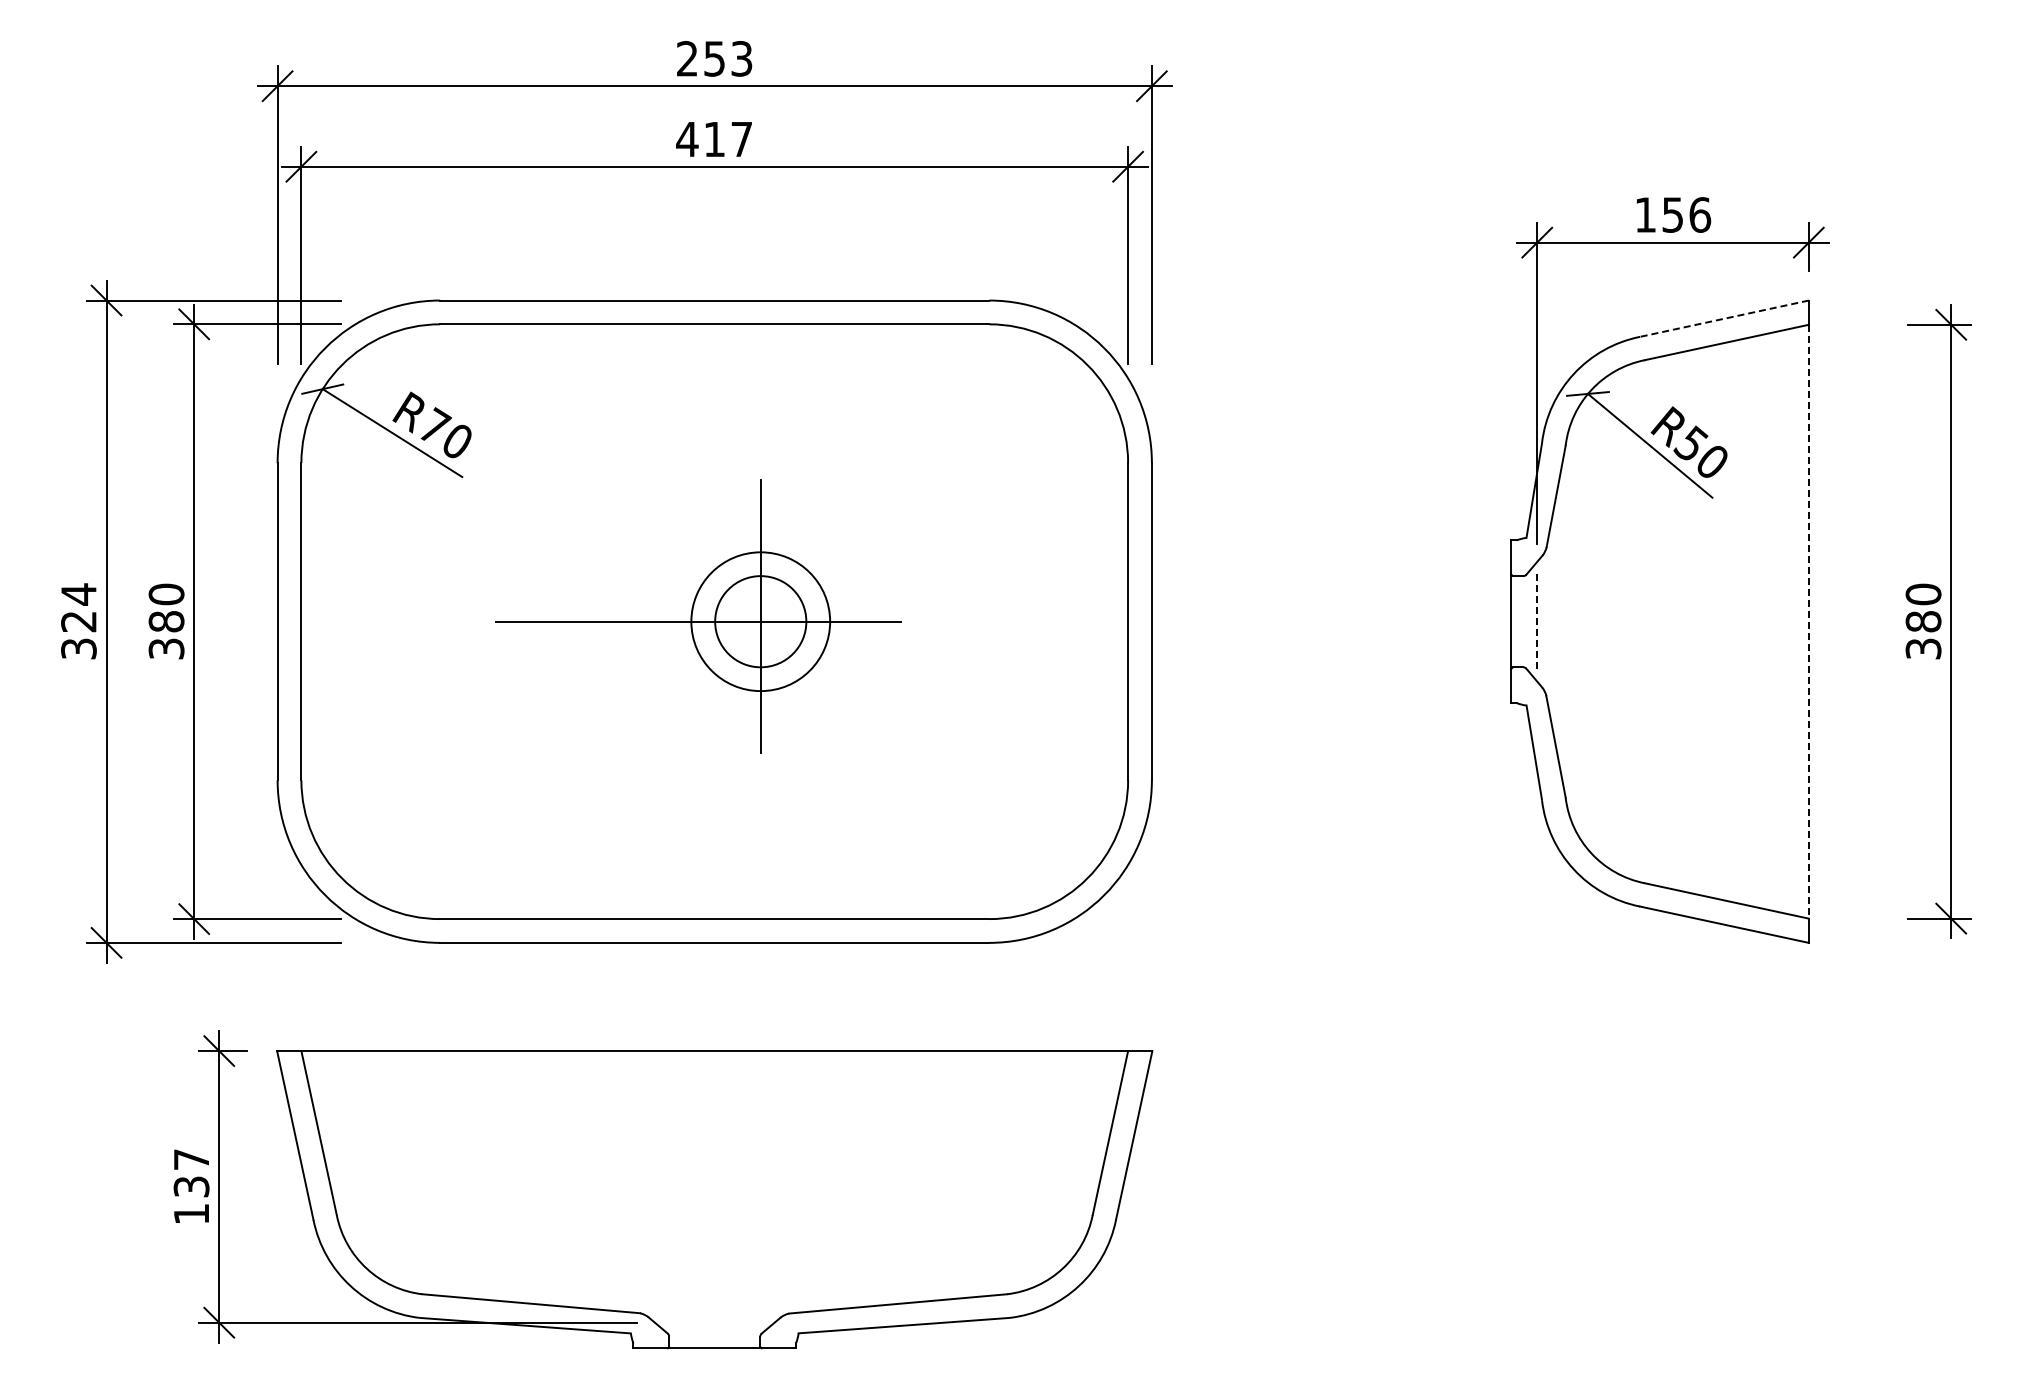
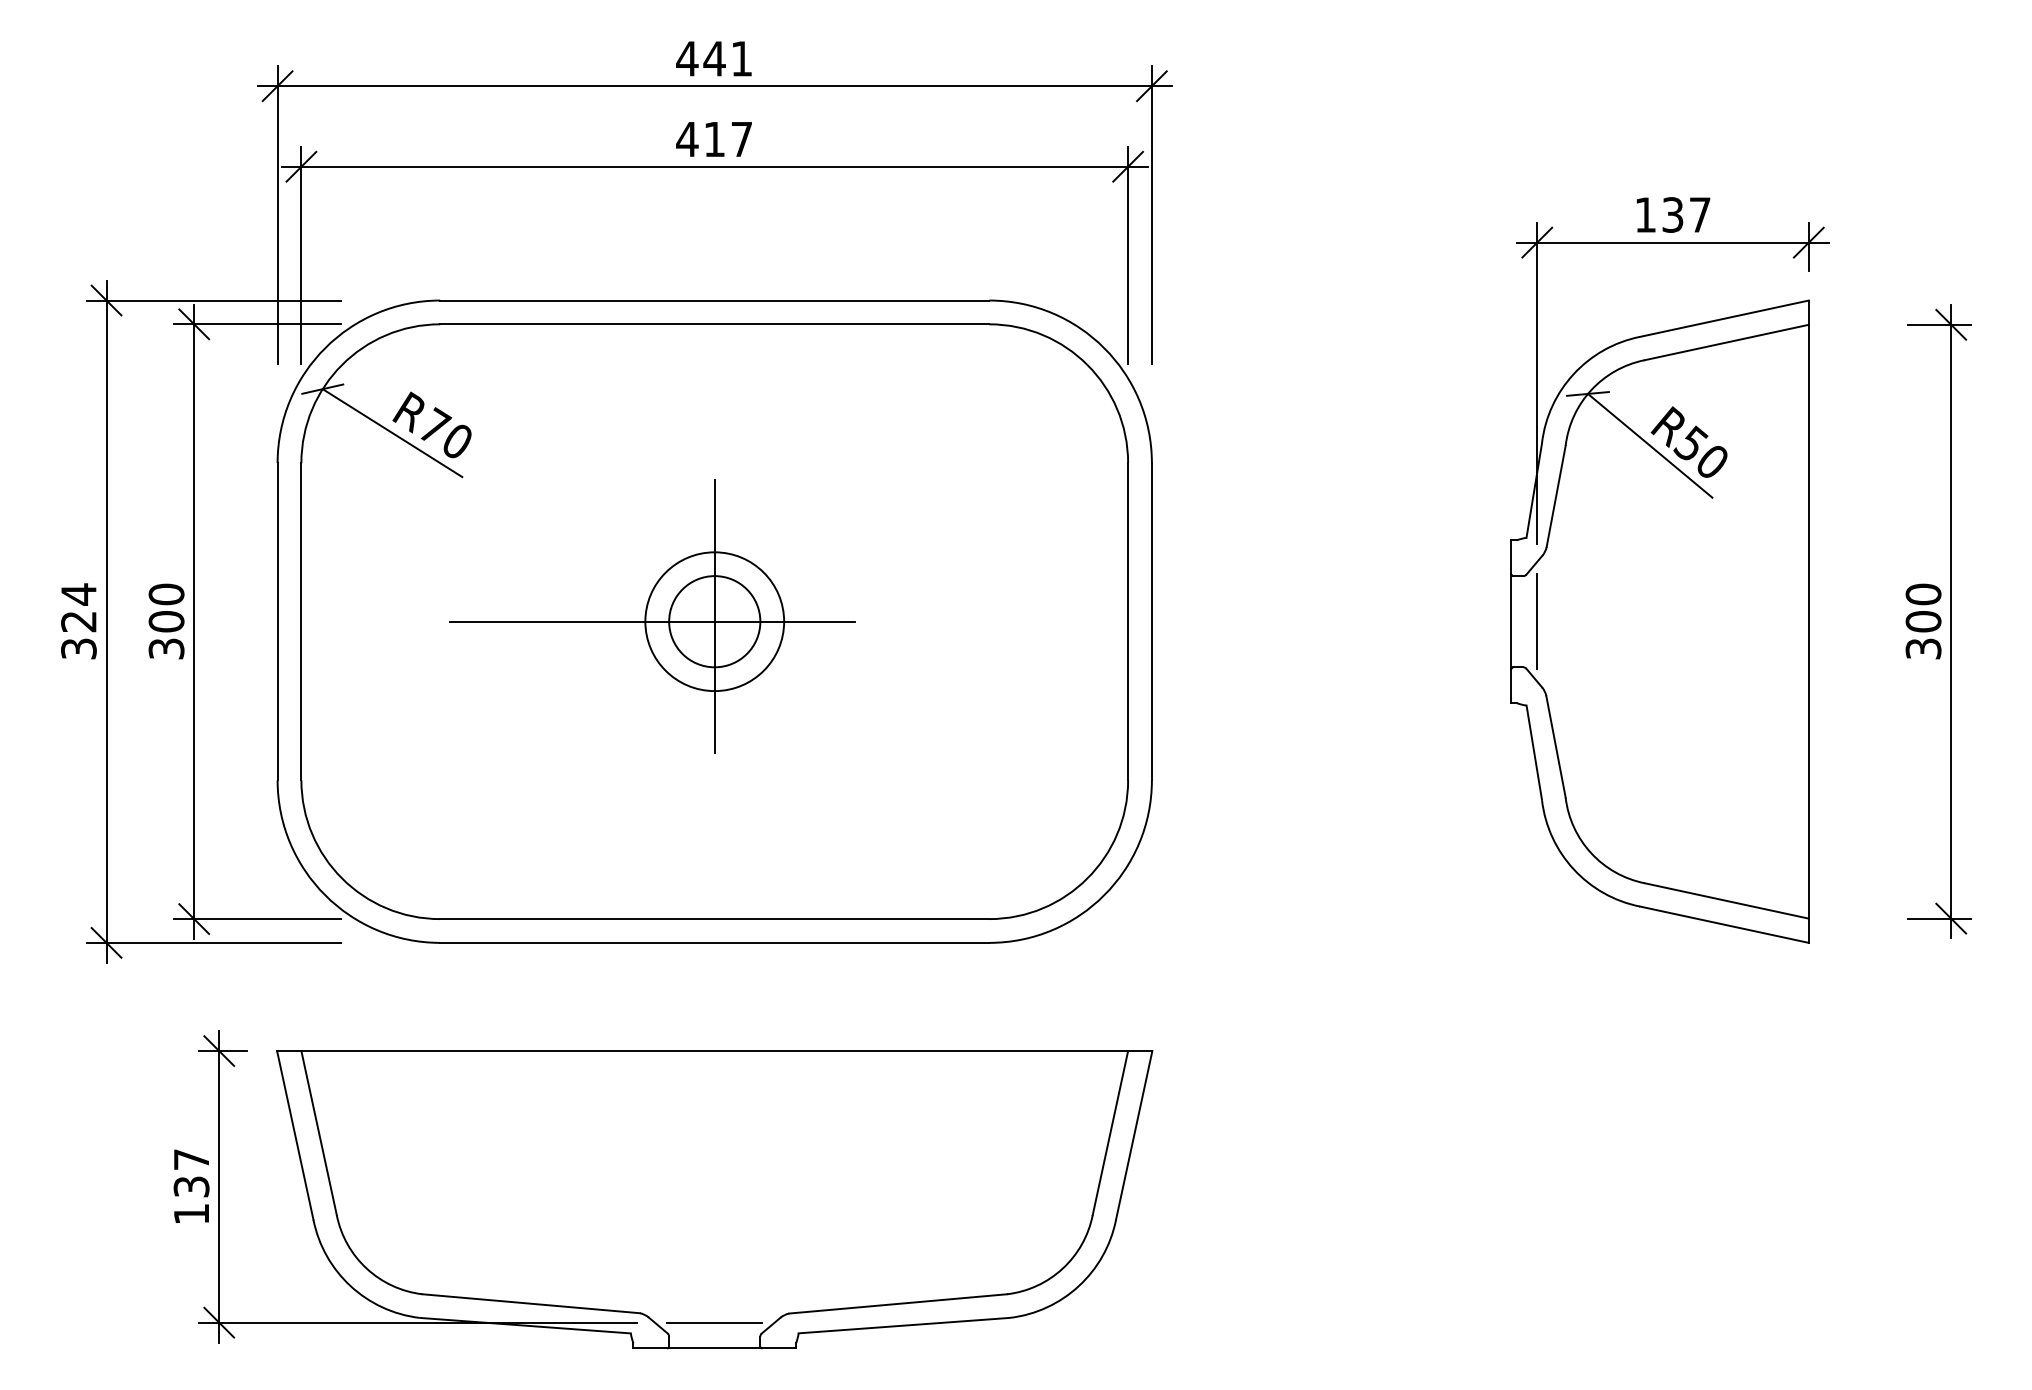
text at (714, 58): 253 -> 441
text at (1687, 214): 156 -> 137
line at (1723, 318): dashed -> solid
part at (698, 616) position: (698, 616) -> (652, 616)
text at (166, 621): 380 -> 300
line at (1537, 621): dashed -> solid
line at (1808, 621): dashed -> solid
text at (1923, 621): 380 -> 300
line at (714, 1322): none -> present
